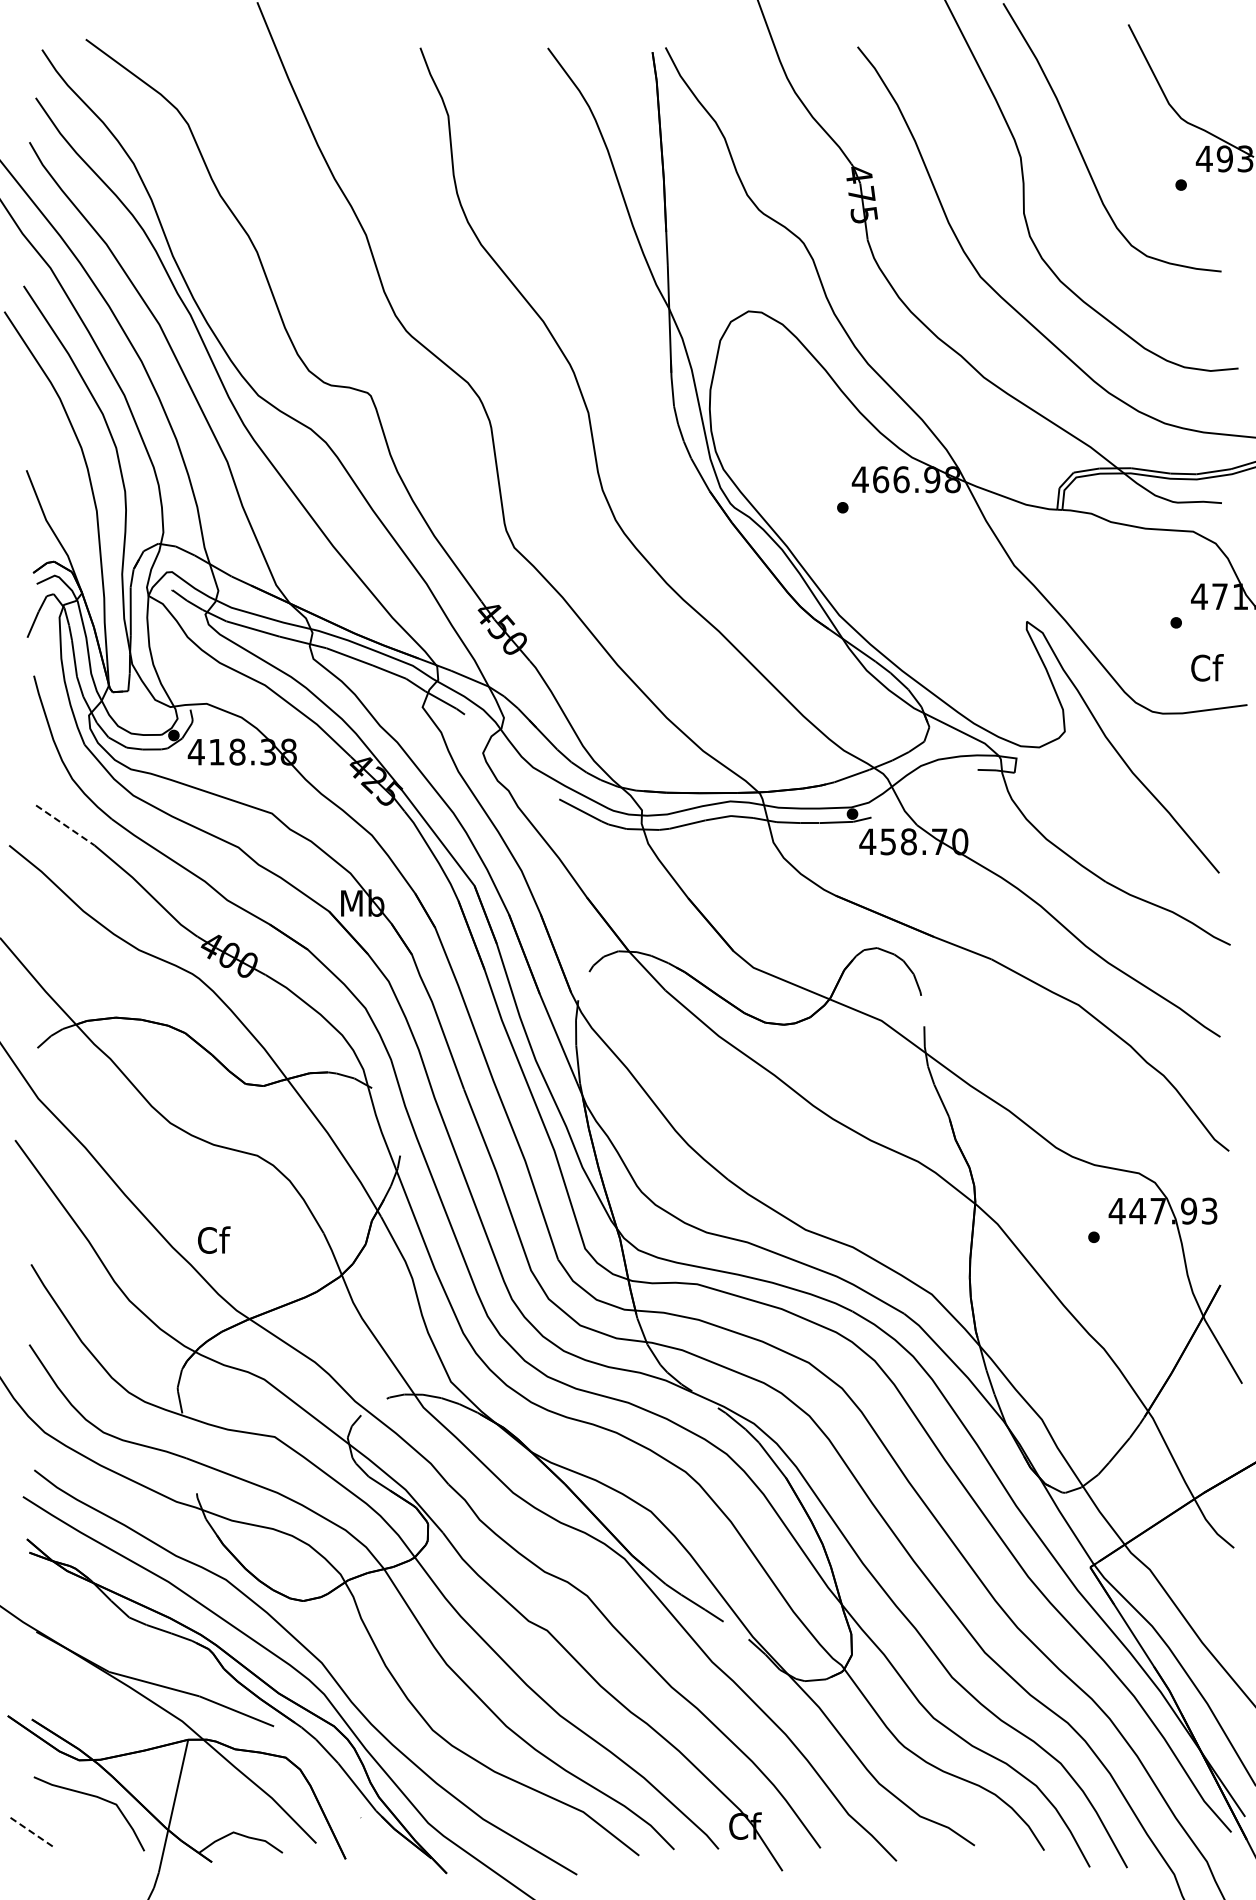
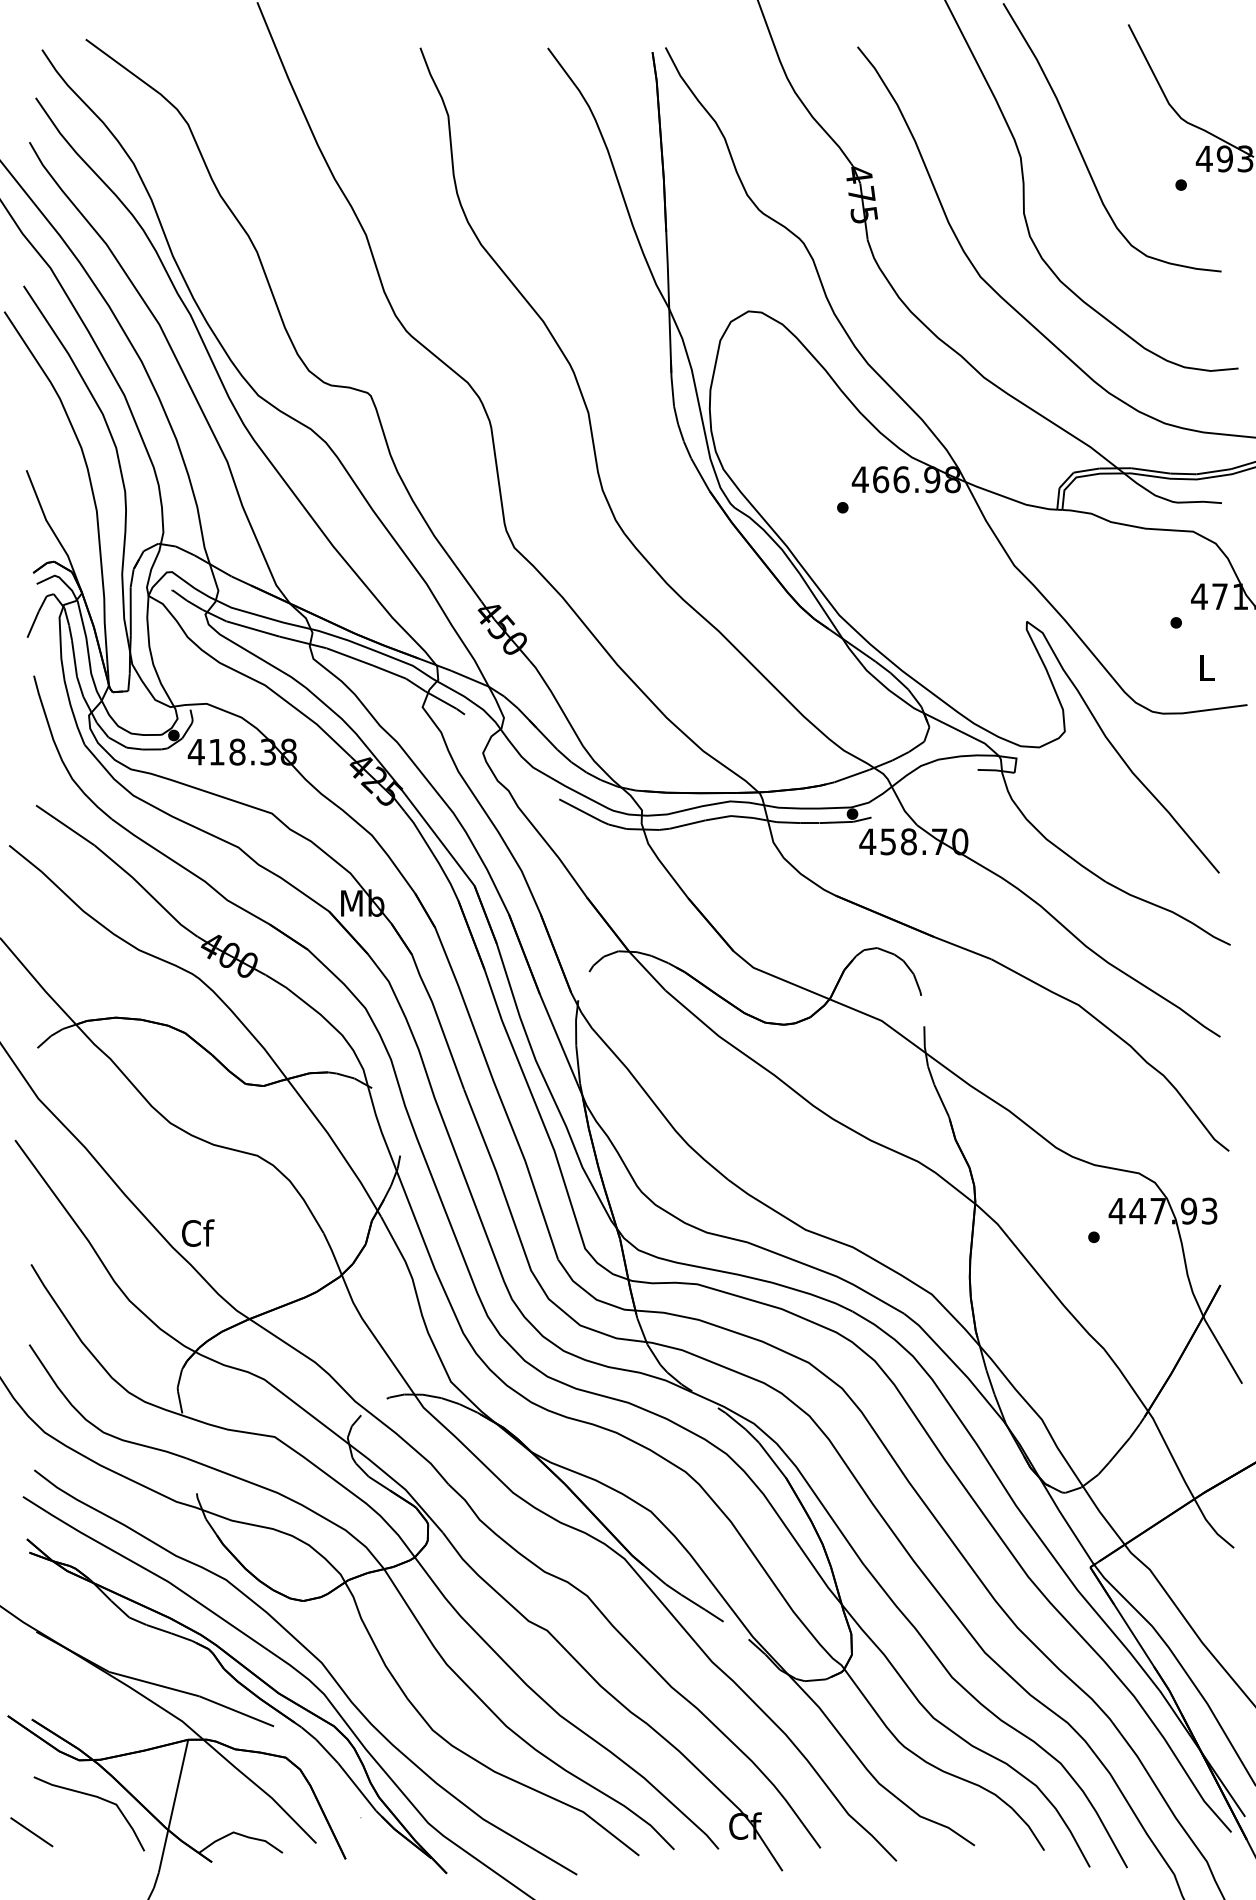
text at (1207, 667): Cf -> L
line at (65, 825): dashed -> solid
text at (214, 1239) position: (214, 1239) -> (198, 1232)
line at (31, 1832): dashed -> solid
